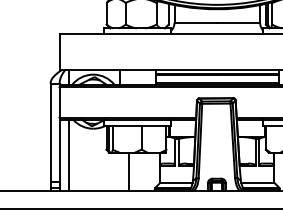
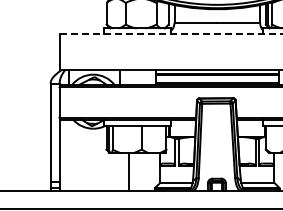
line at (171, 34): solid -> dashed
line at (68, 154): present -> none
